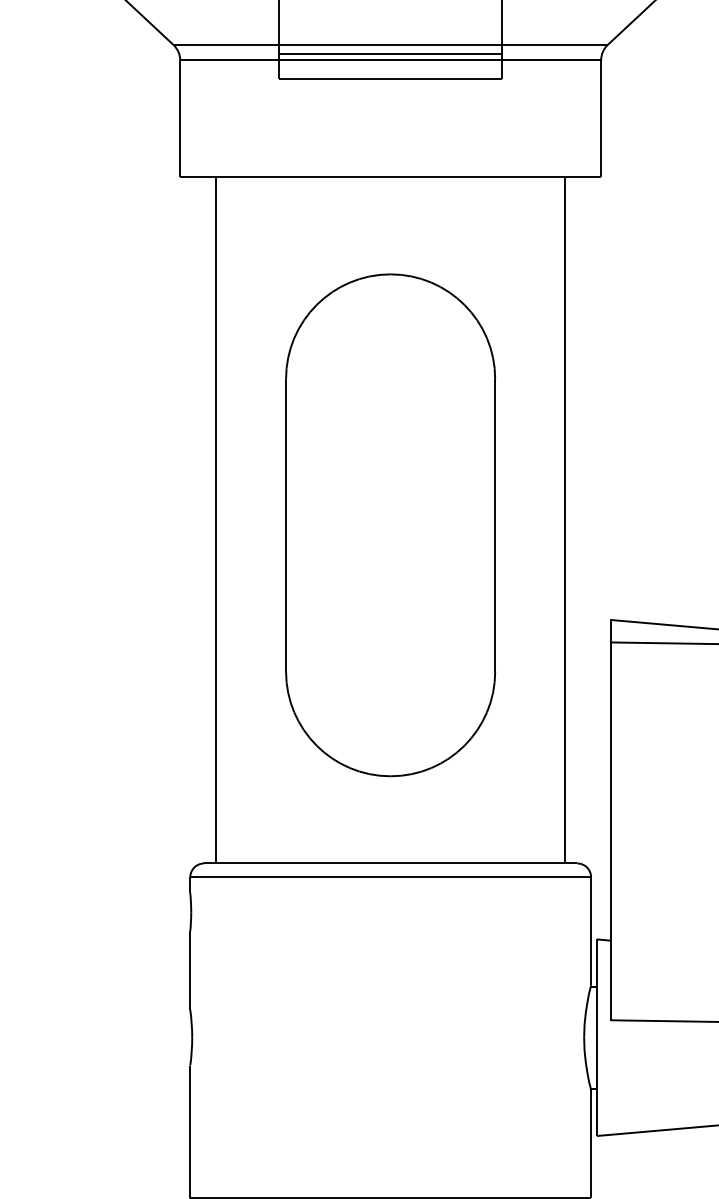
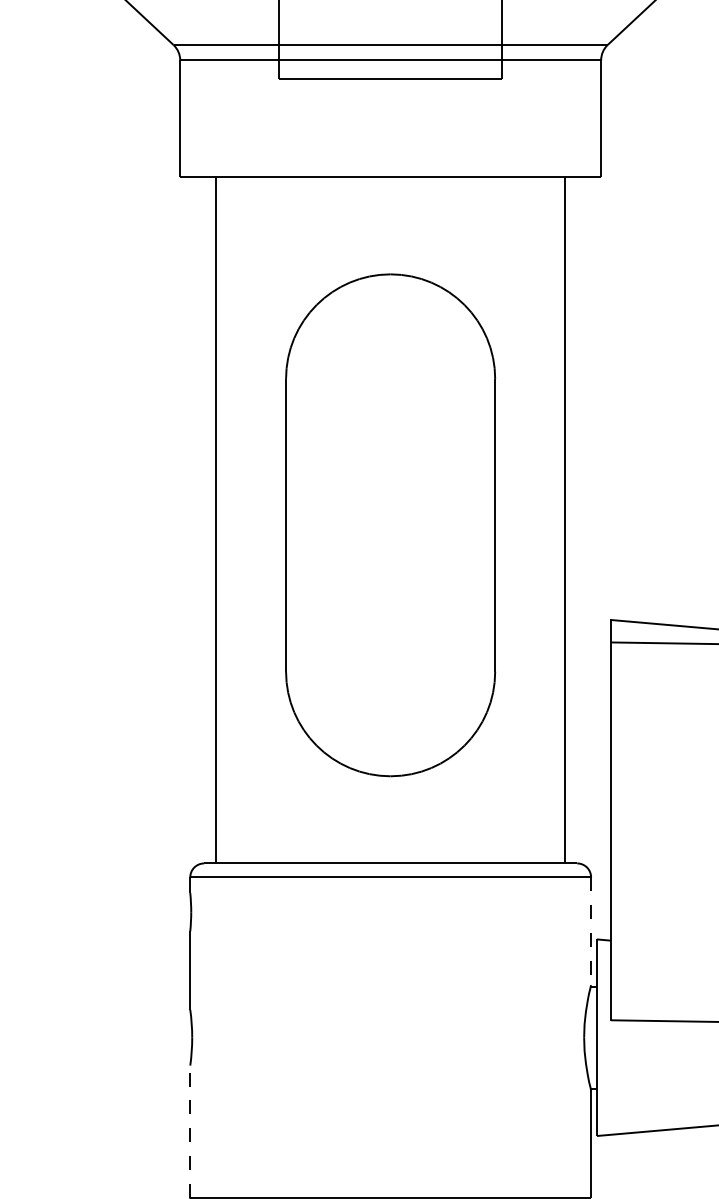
line at (390, 54): present -> none
line at (591, 931): solid -> dashed
line at (190, 1131): solid -> dashed
